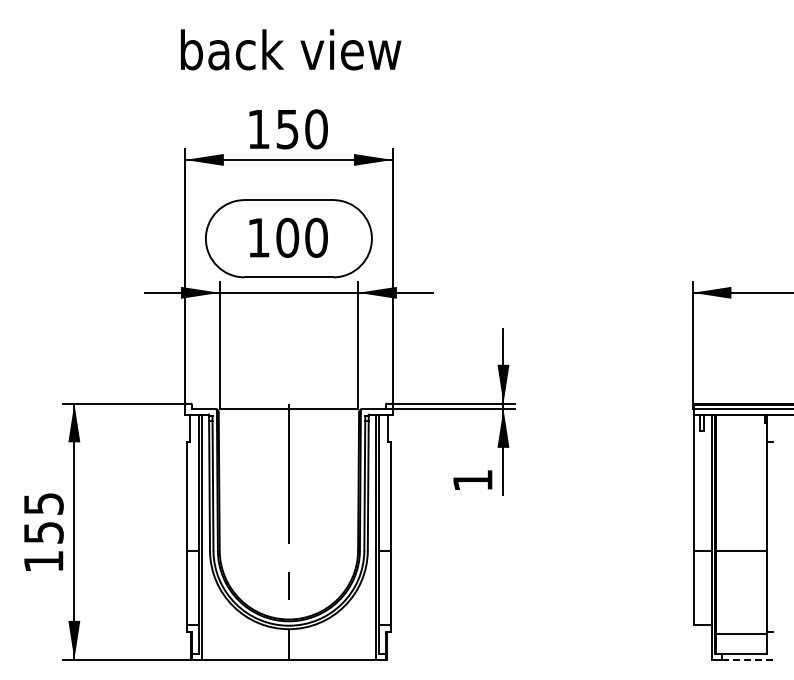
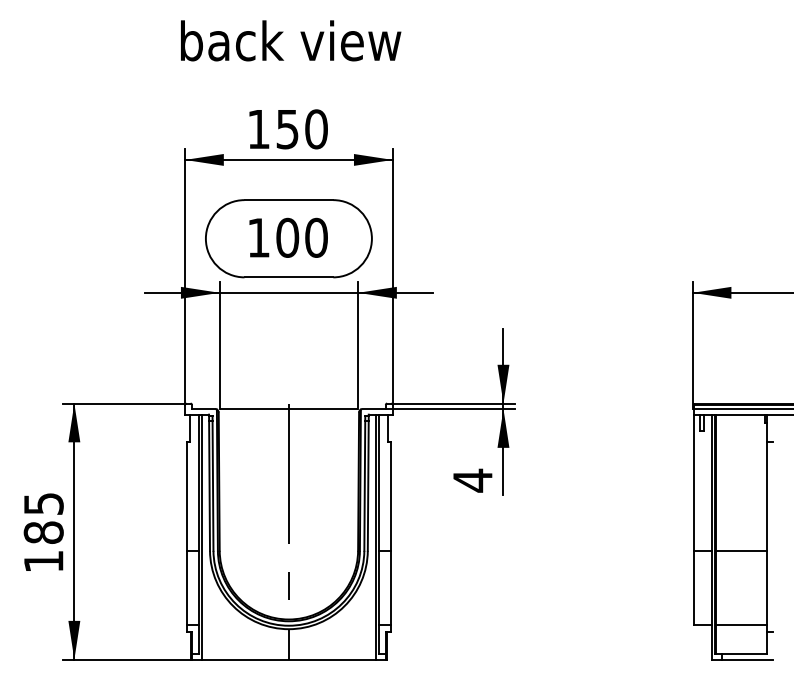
text at (291, 49) position: (291, 49) -> (291, 40)
text at (472, 480): 1 -> 4
text at (43, 532): 155 -> 185
line at (741, 634) position: (741, 634) -> (741, 625)
line at (748, 659): dashed -> solid
